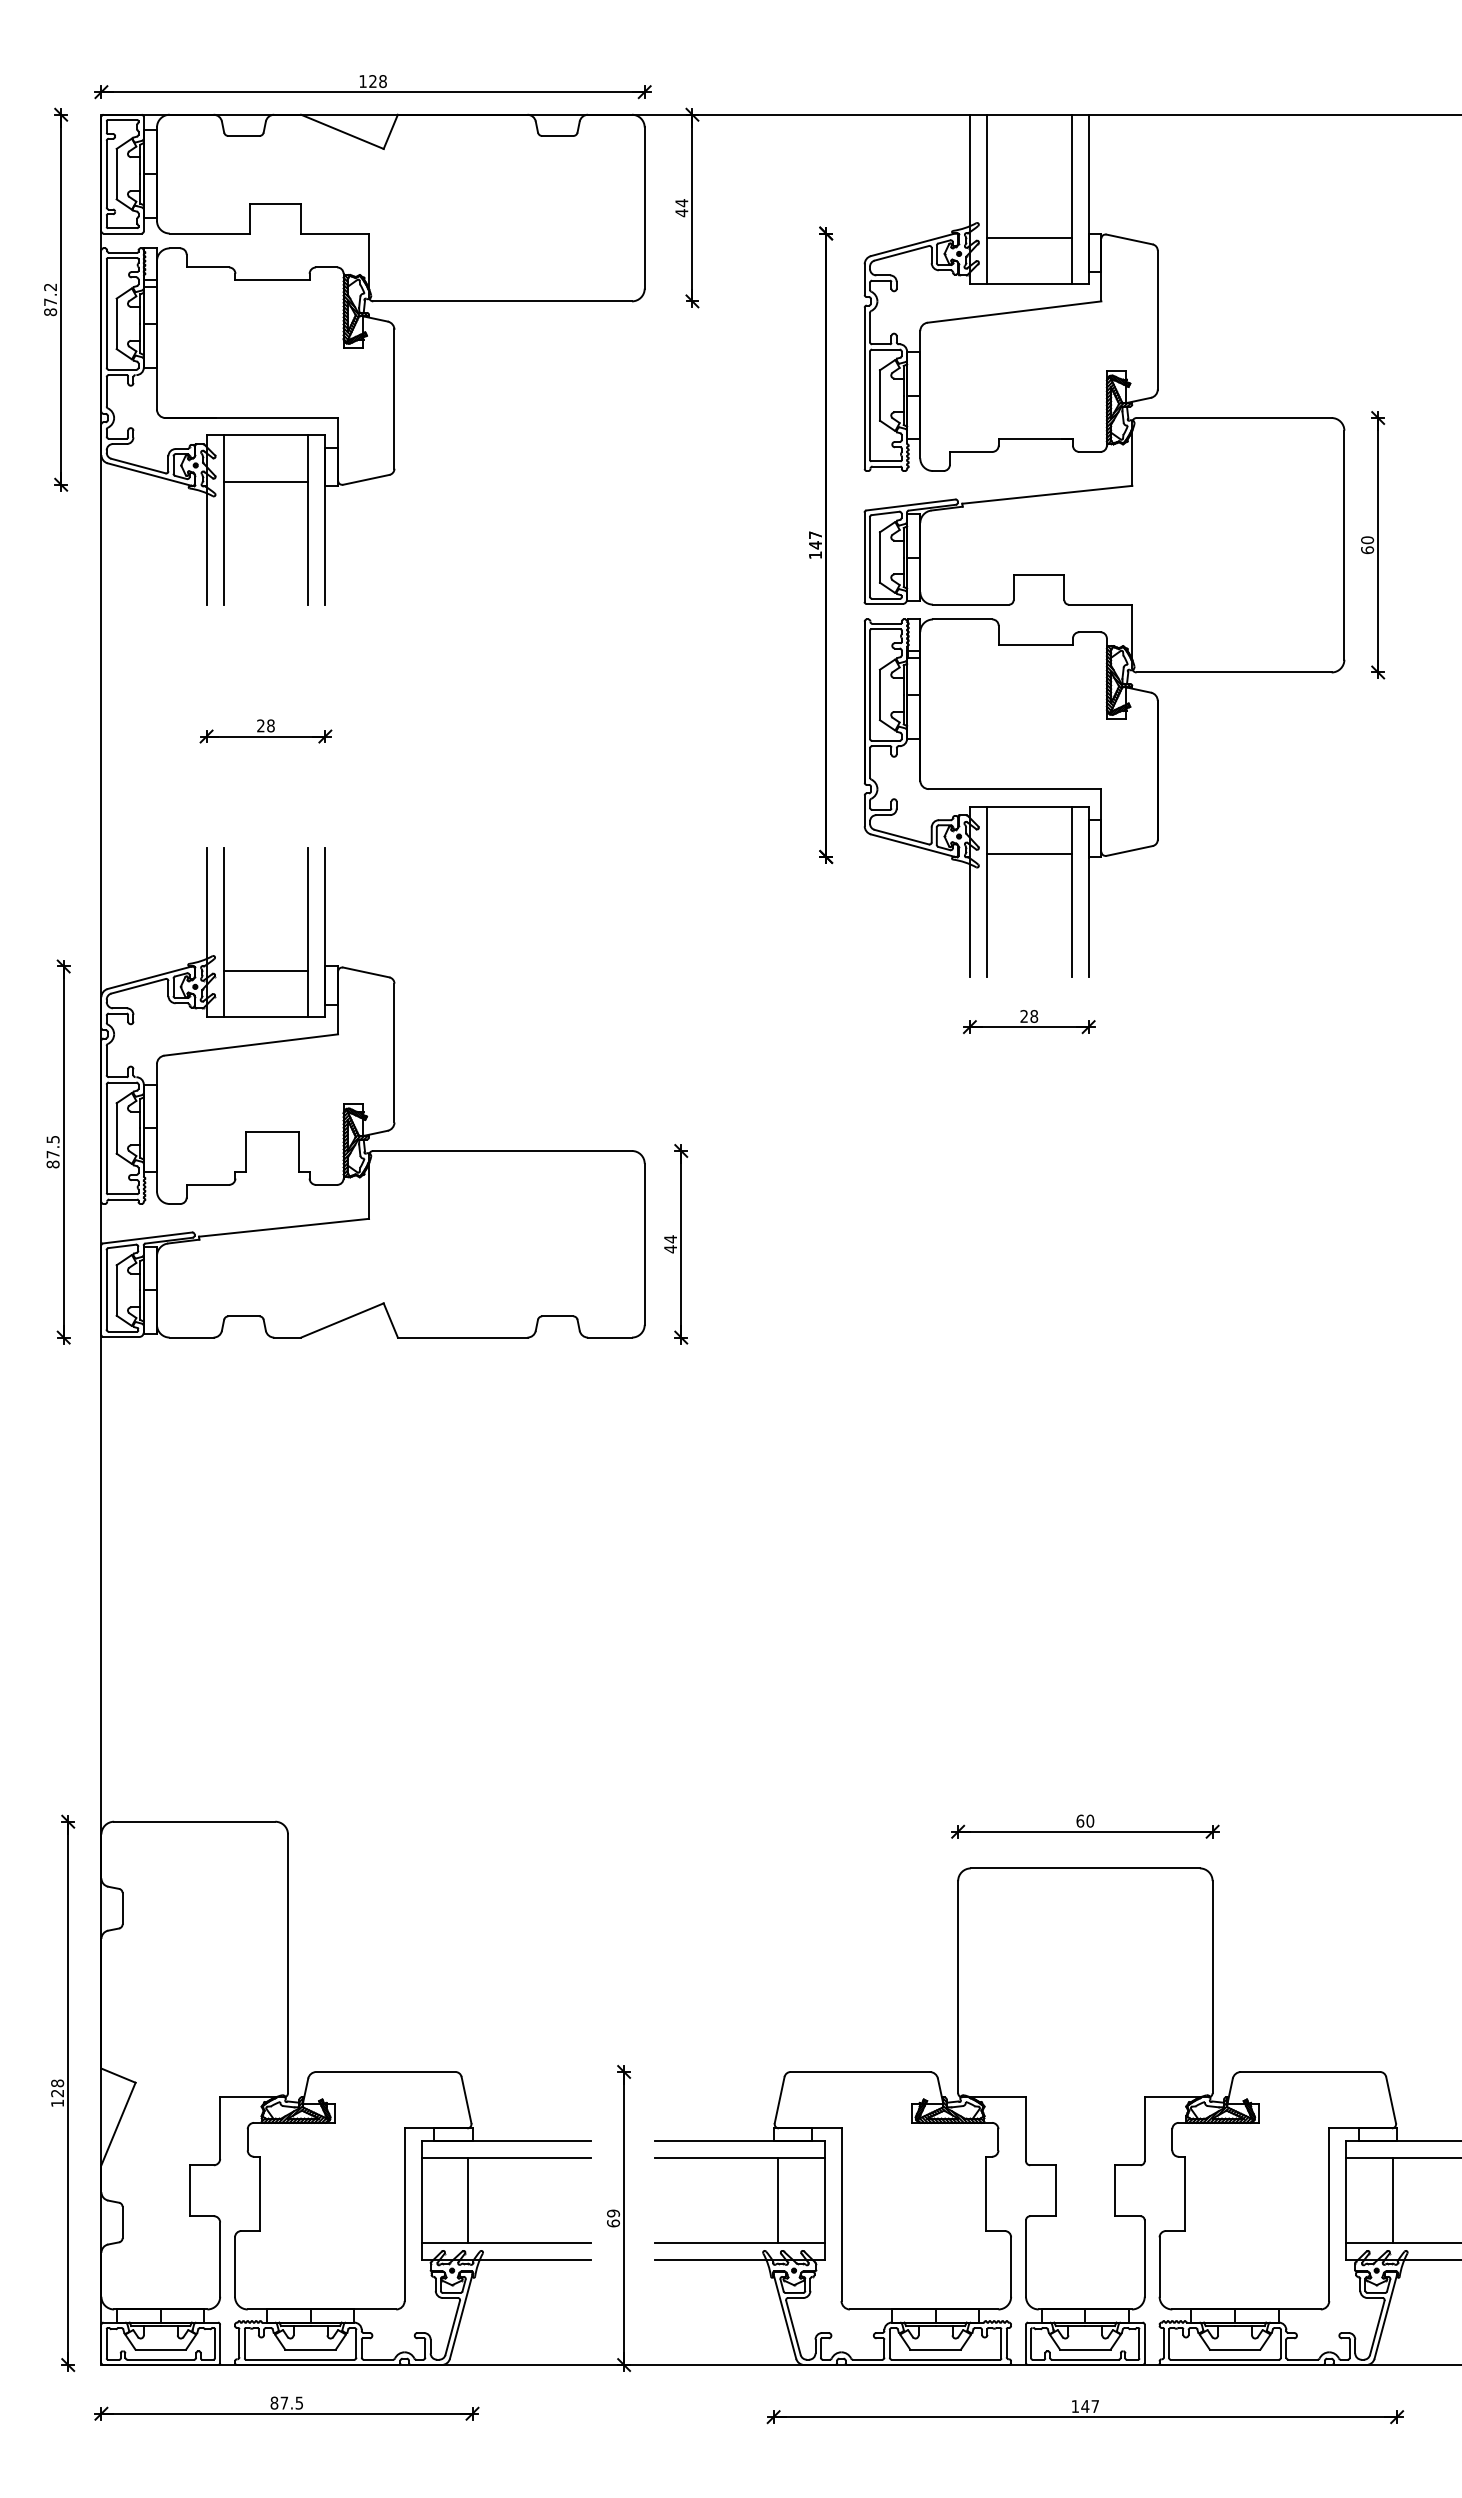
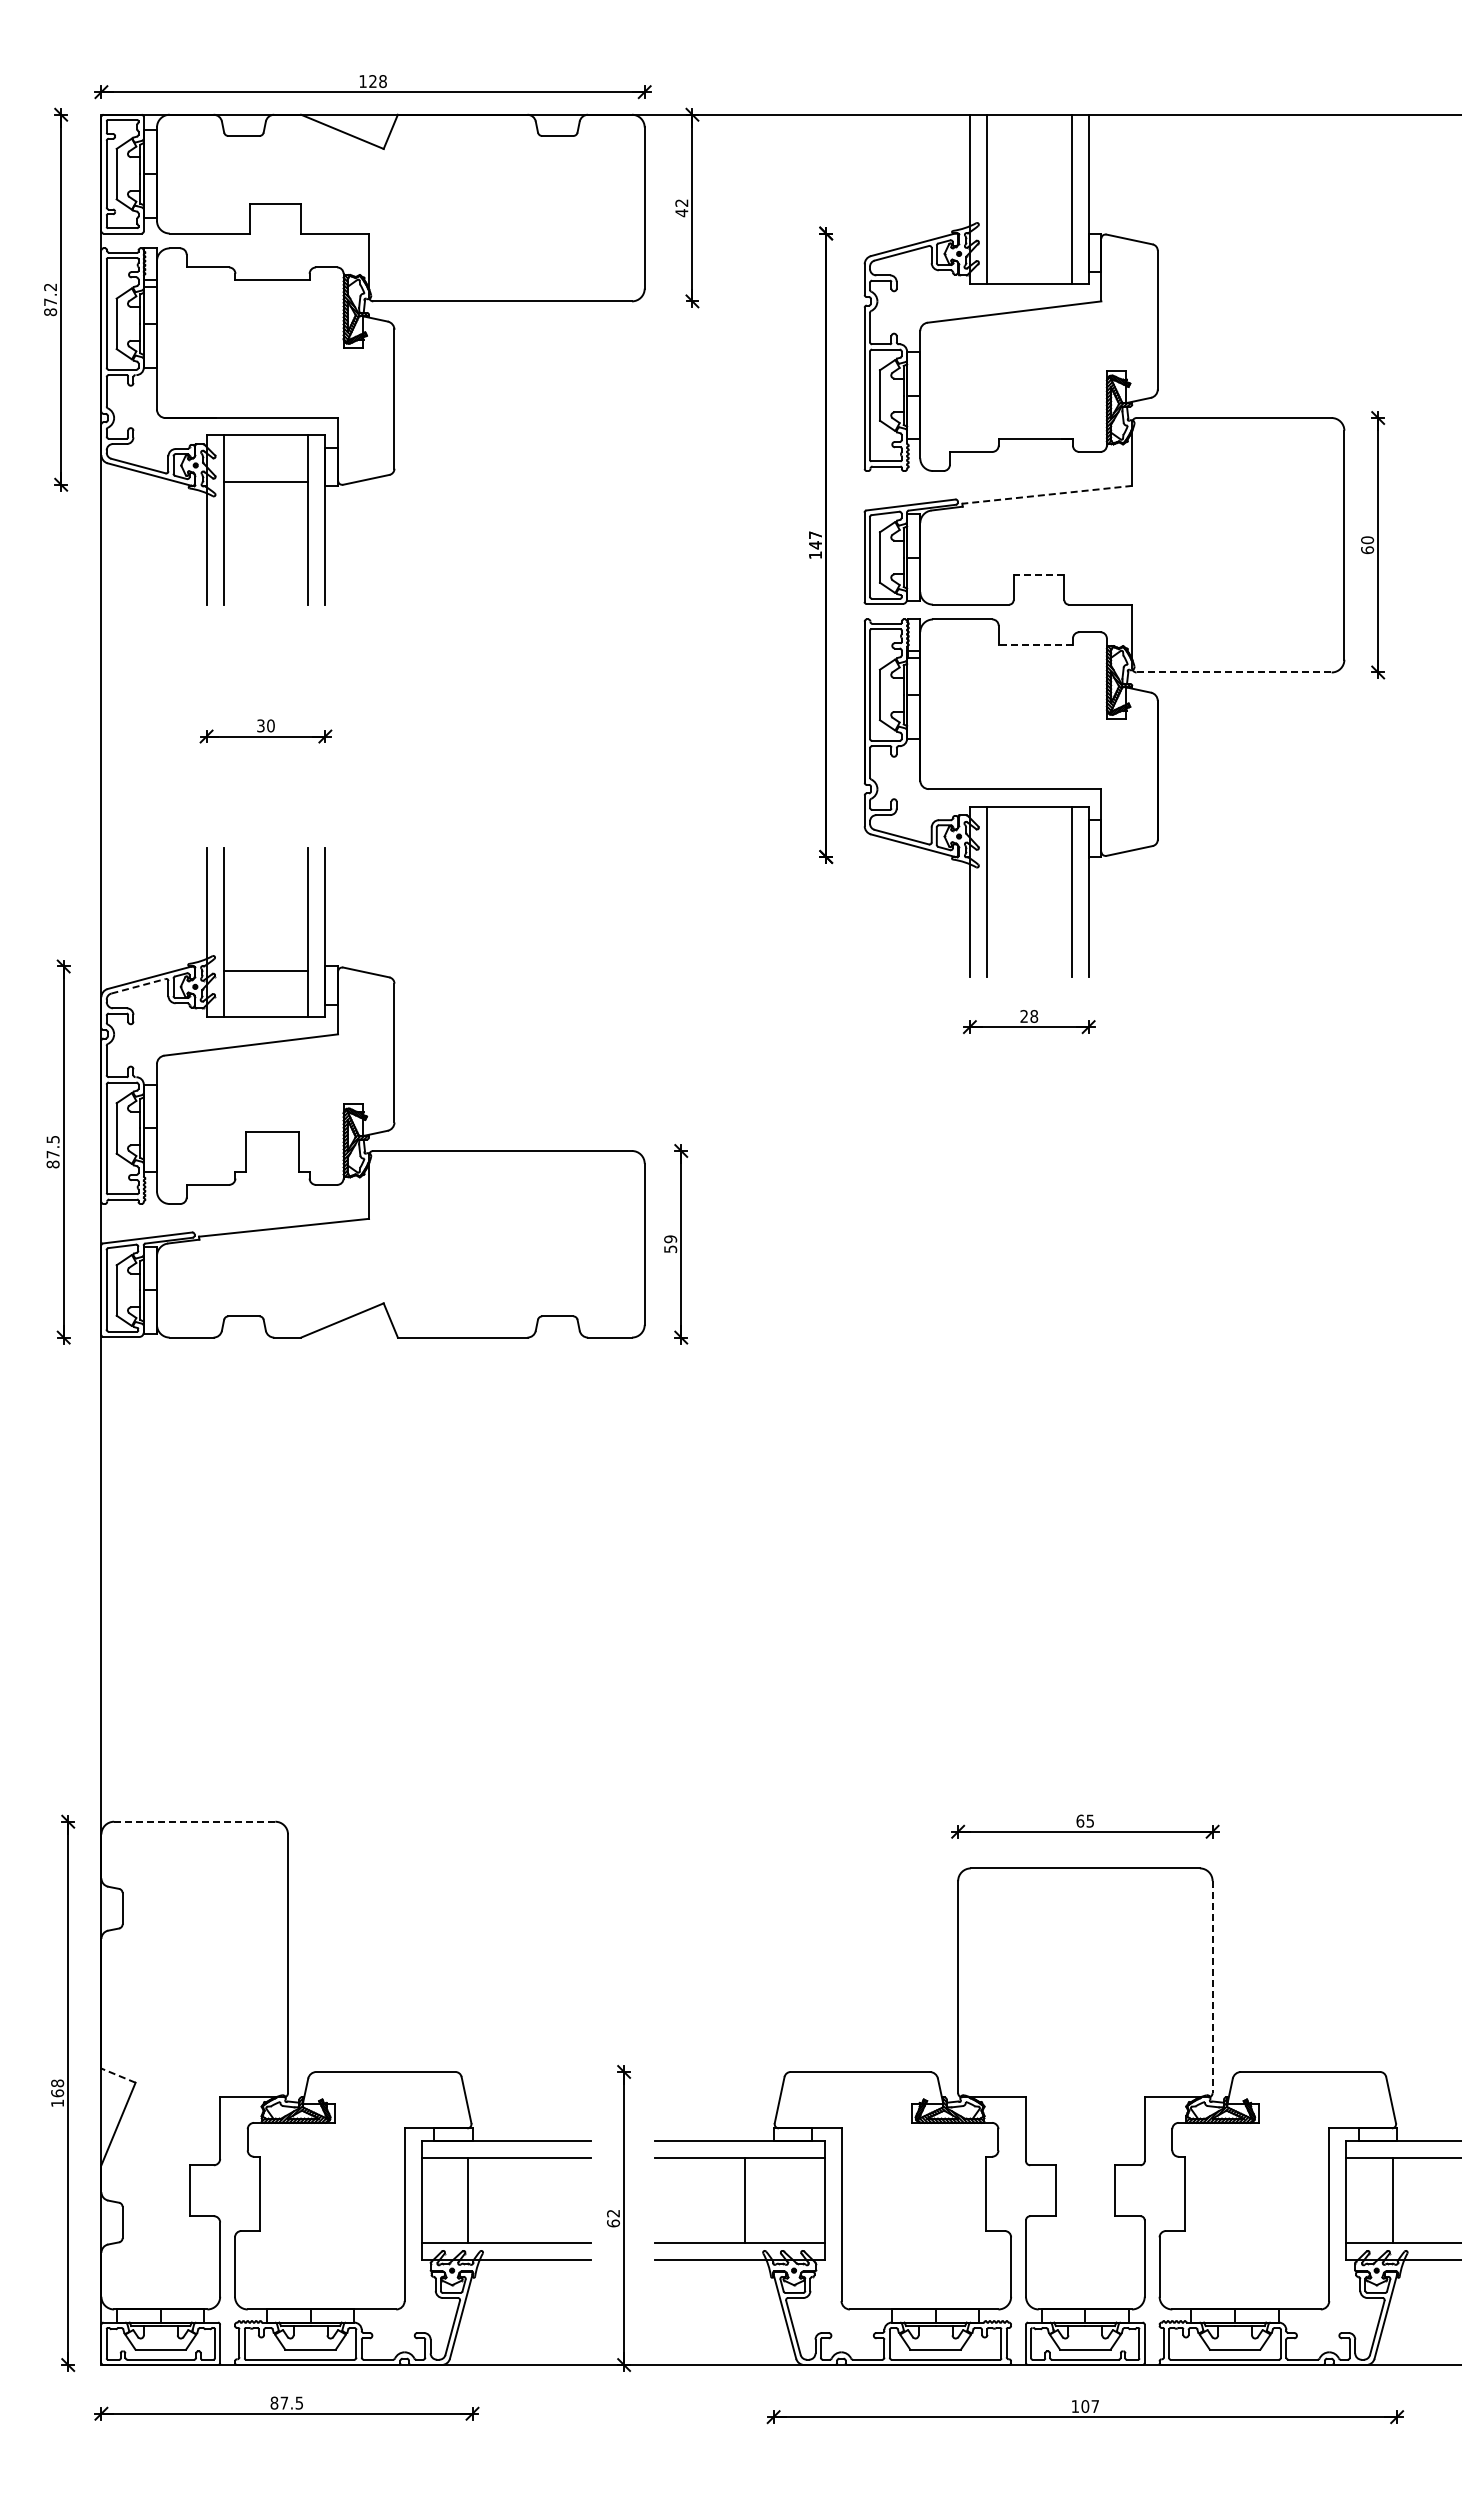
text at (681, 203): 44 -> 42
line at (1028, 237): present -> none
line at (1046, 494): solid -> dashed
line at (1038, 574): solid -> dashed
line at (1035, 644): solid -> dashed
line at (1234, 672): solid -> dashed
text at (265, 725): 28 -> 30
line at (1028, 853): present -> none
line at (139, 986): solid -> dashed
text at (670, 1244): 44 -> 59
text at (1090, 1820): 60 -> 65
line at (194, 1821): solid -> dashed
line at (1212, 1987): solid -> dashed
line at (118, 2075): solid -> dashed
text at (57, 2093): 128 -> 168
line at (777, 2200) position: (777, 2200) -> (744, 2200)
text at (613, 2213): 69 -> 62
text at (1085, 2406): 147 -> 107
